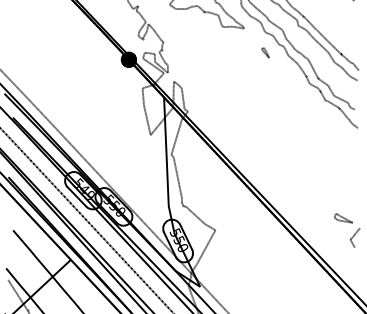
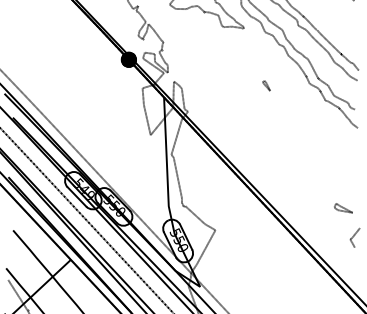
part at (265, 52) position: (265, 52) -> (266, 85)
part at (343, 218) position: (343, 218) -> (343, 208)
